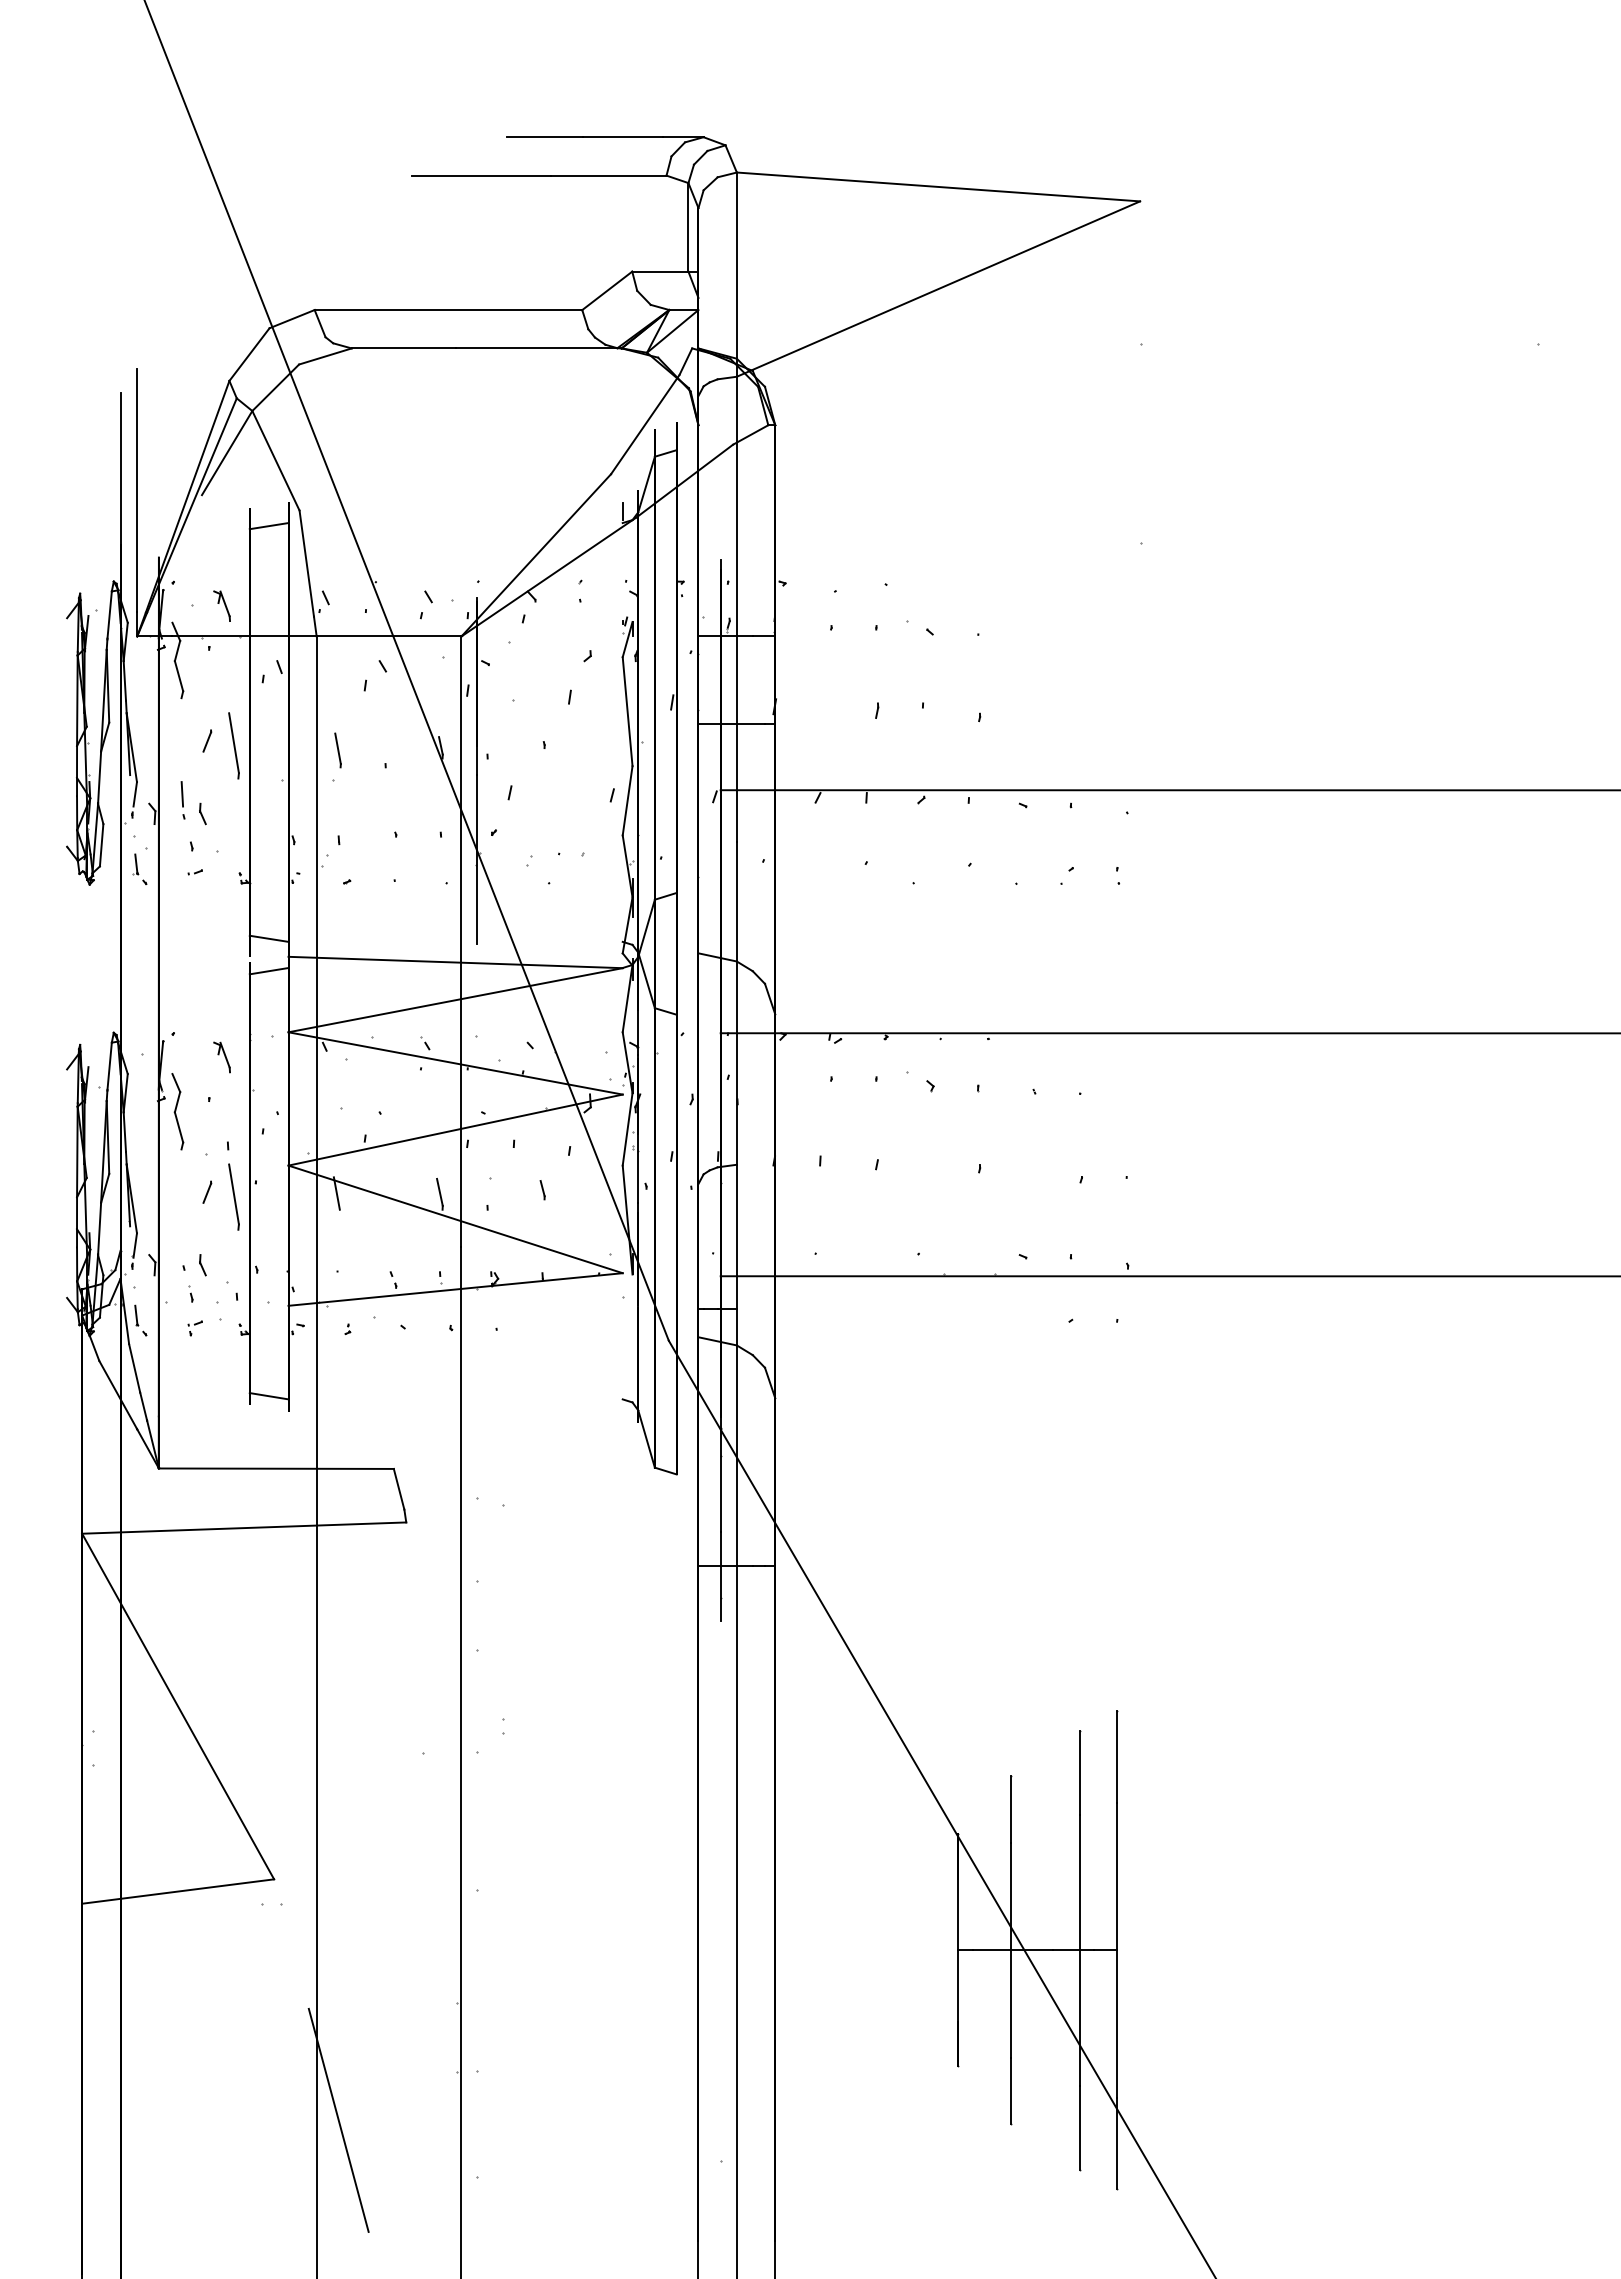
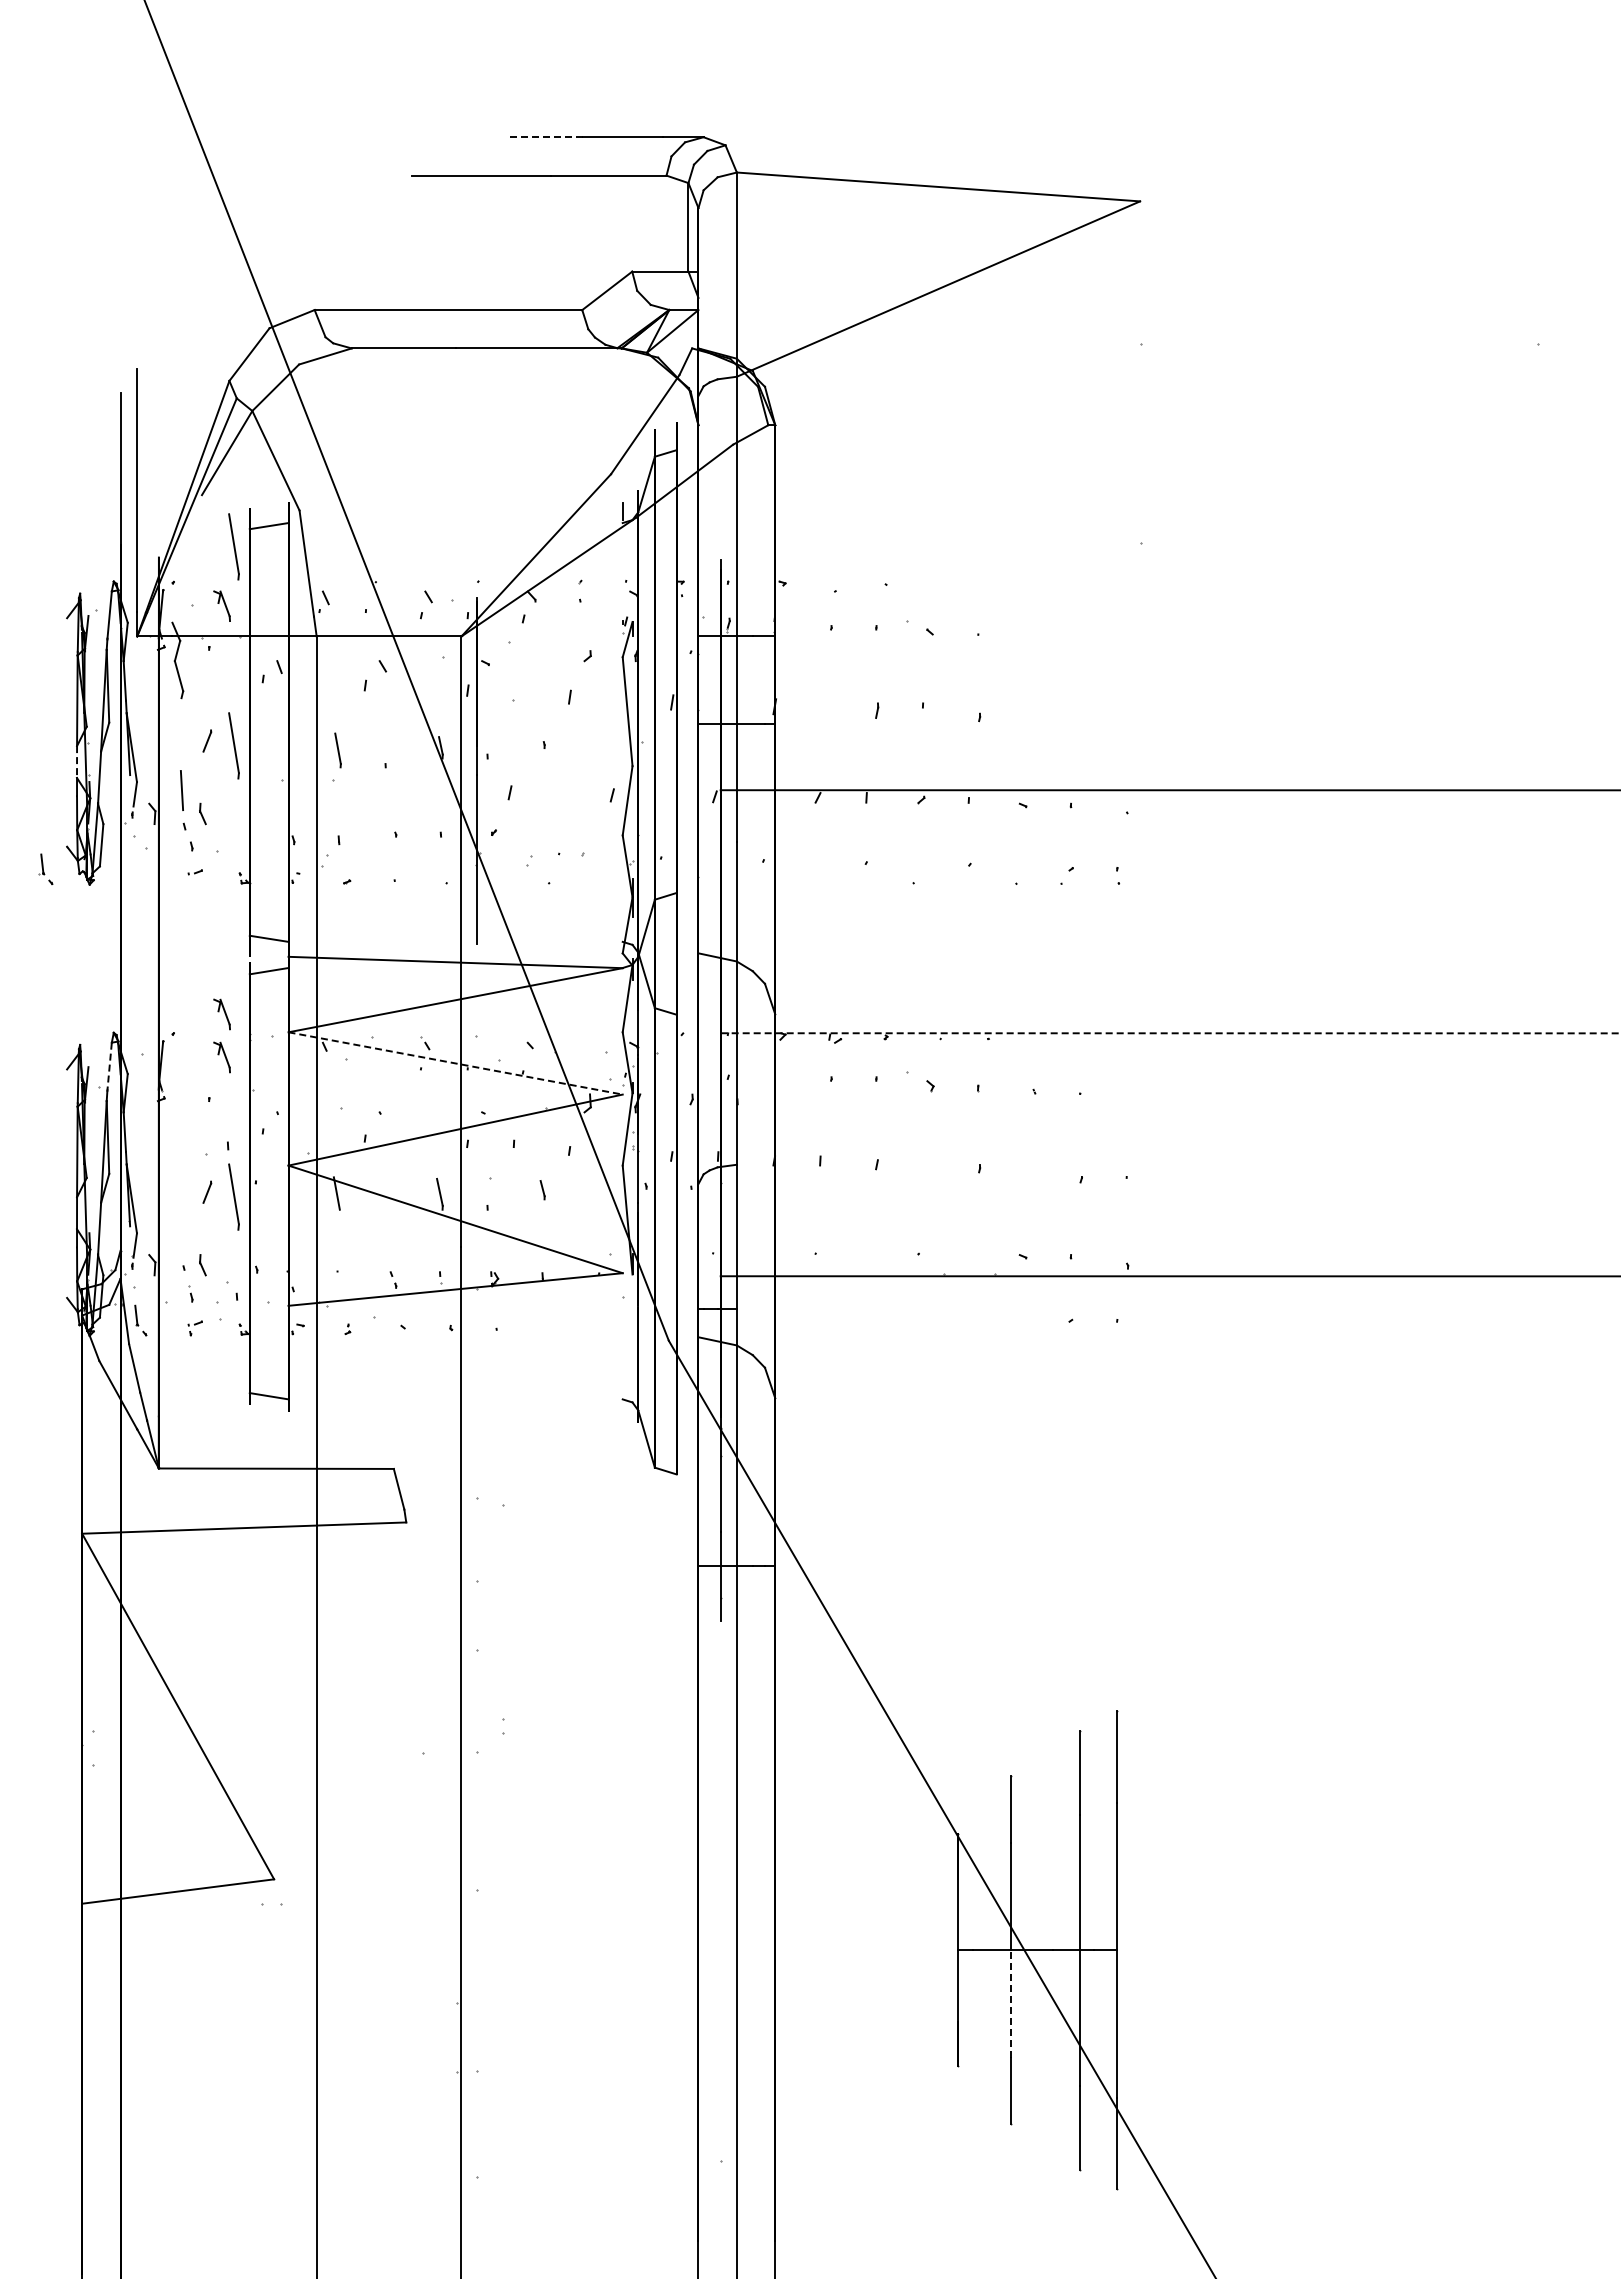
line at (544, 137): solid -> dashed
part at (233, 546): none -> present
line at (77, 762): solid -> dashed
part at (182, 800) size: 6x39 px -> 7x61 px
part at (139, 868) position: (139, 868) -> (45, 868)
part at (221, 1014): none -> present
line at (1170, 1033): solid -> dashed
line at (455, 1063): solid -> dashed
line at (109, 1066): solid -> dashed
part at (177, 1111): present -> none
line at (1011, 2004): solid -> dashed
line at (338, 2119): present -> none
